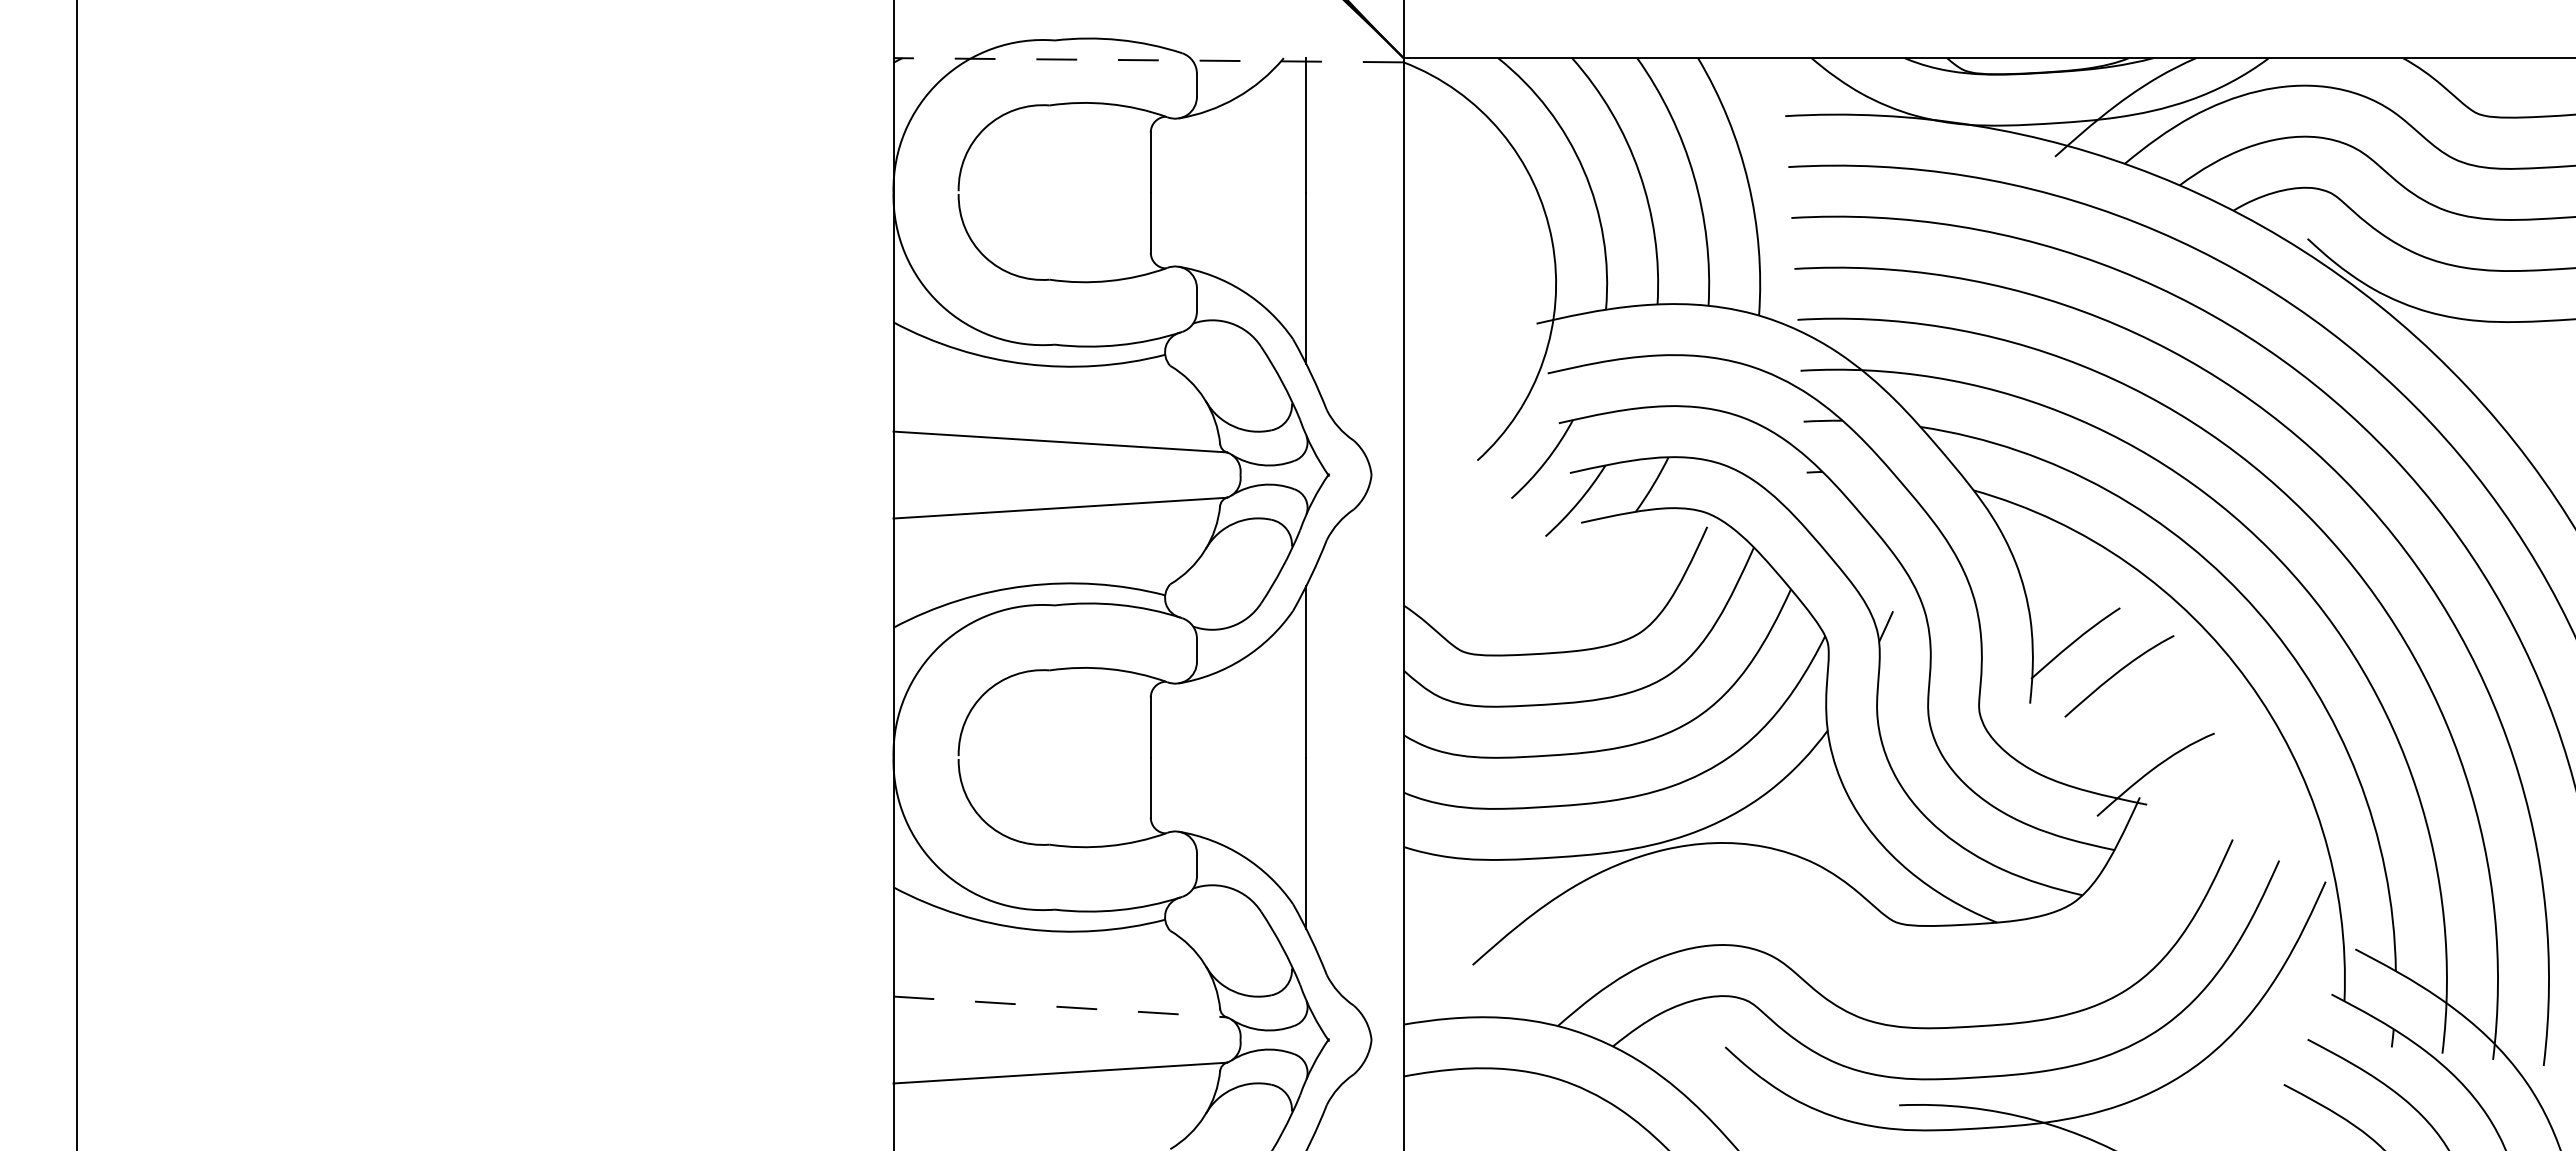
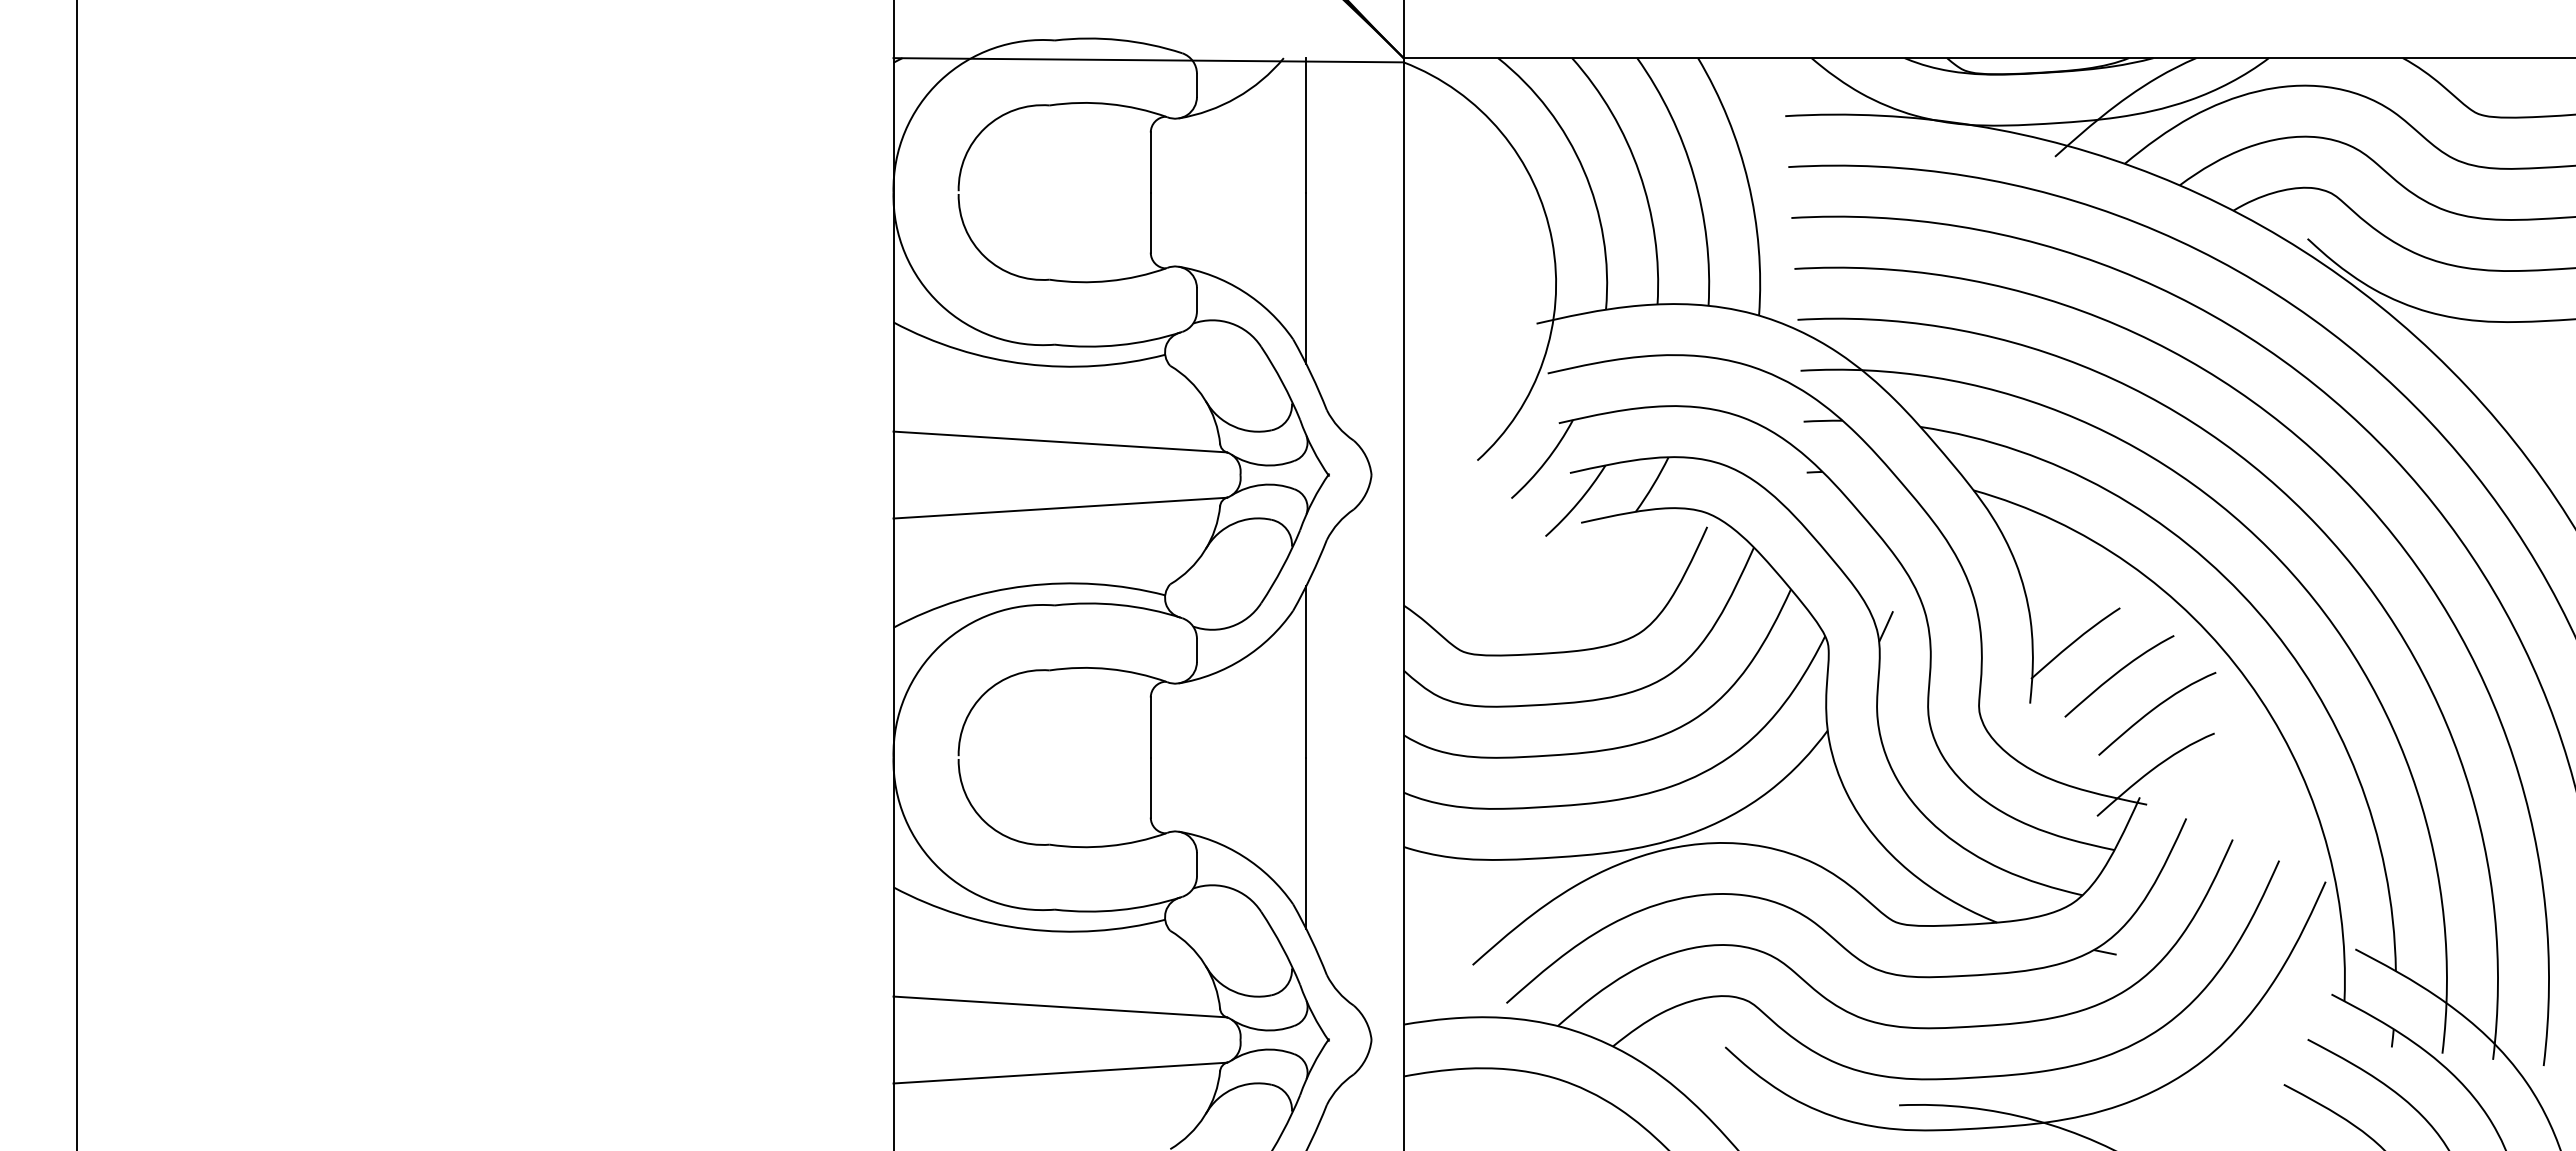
line at (1148, 60): dashed -> solid
curve at (2154, 709): none -> present
part at (1828, 932): none -> present
line at (1060, 1006): dashed -> solid
